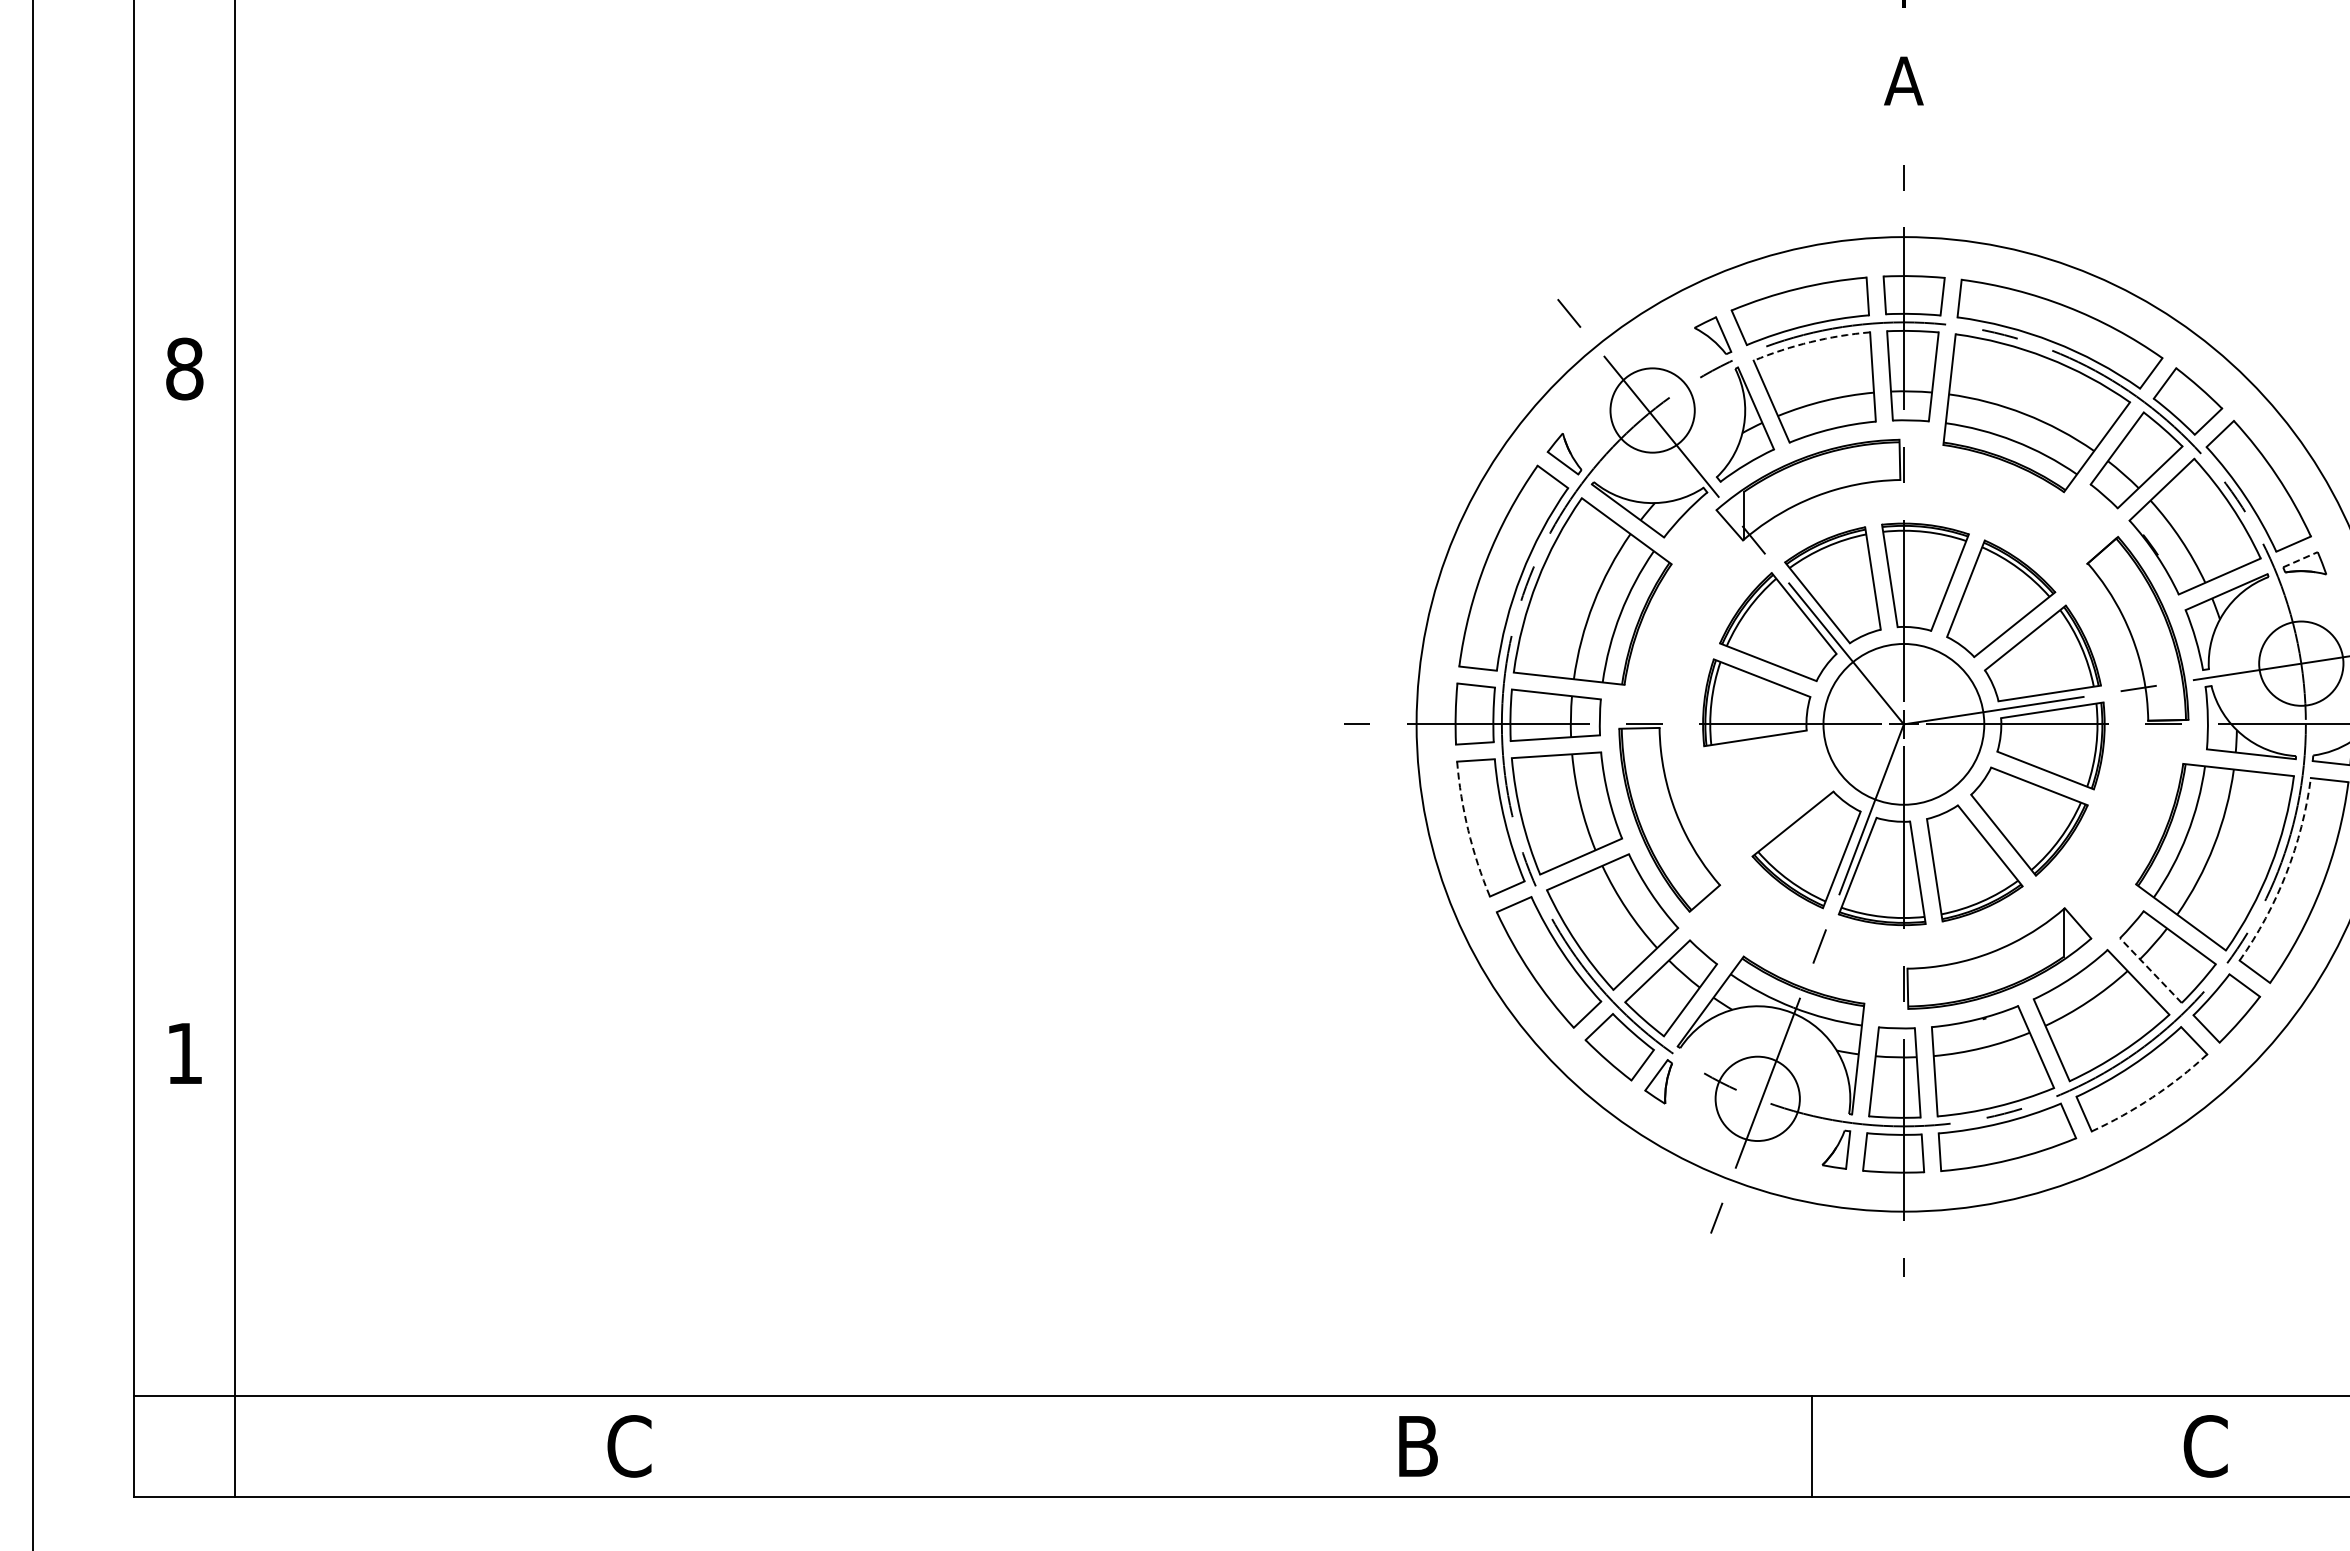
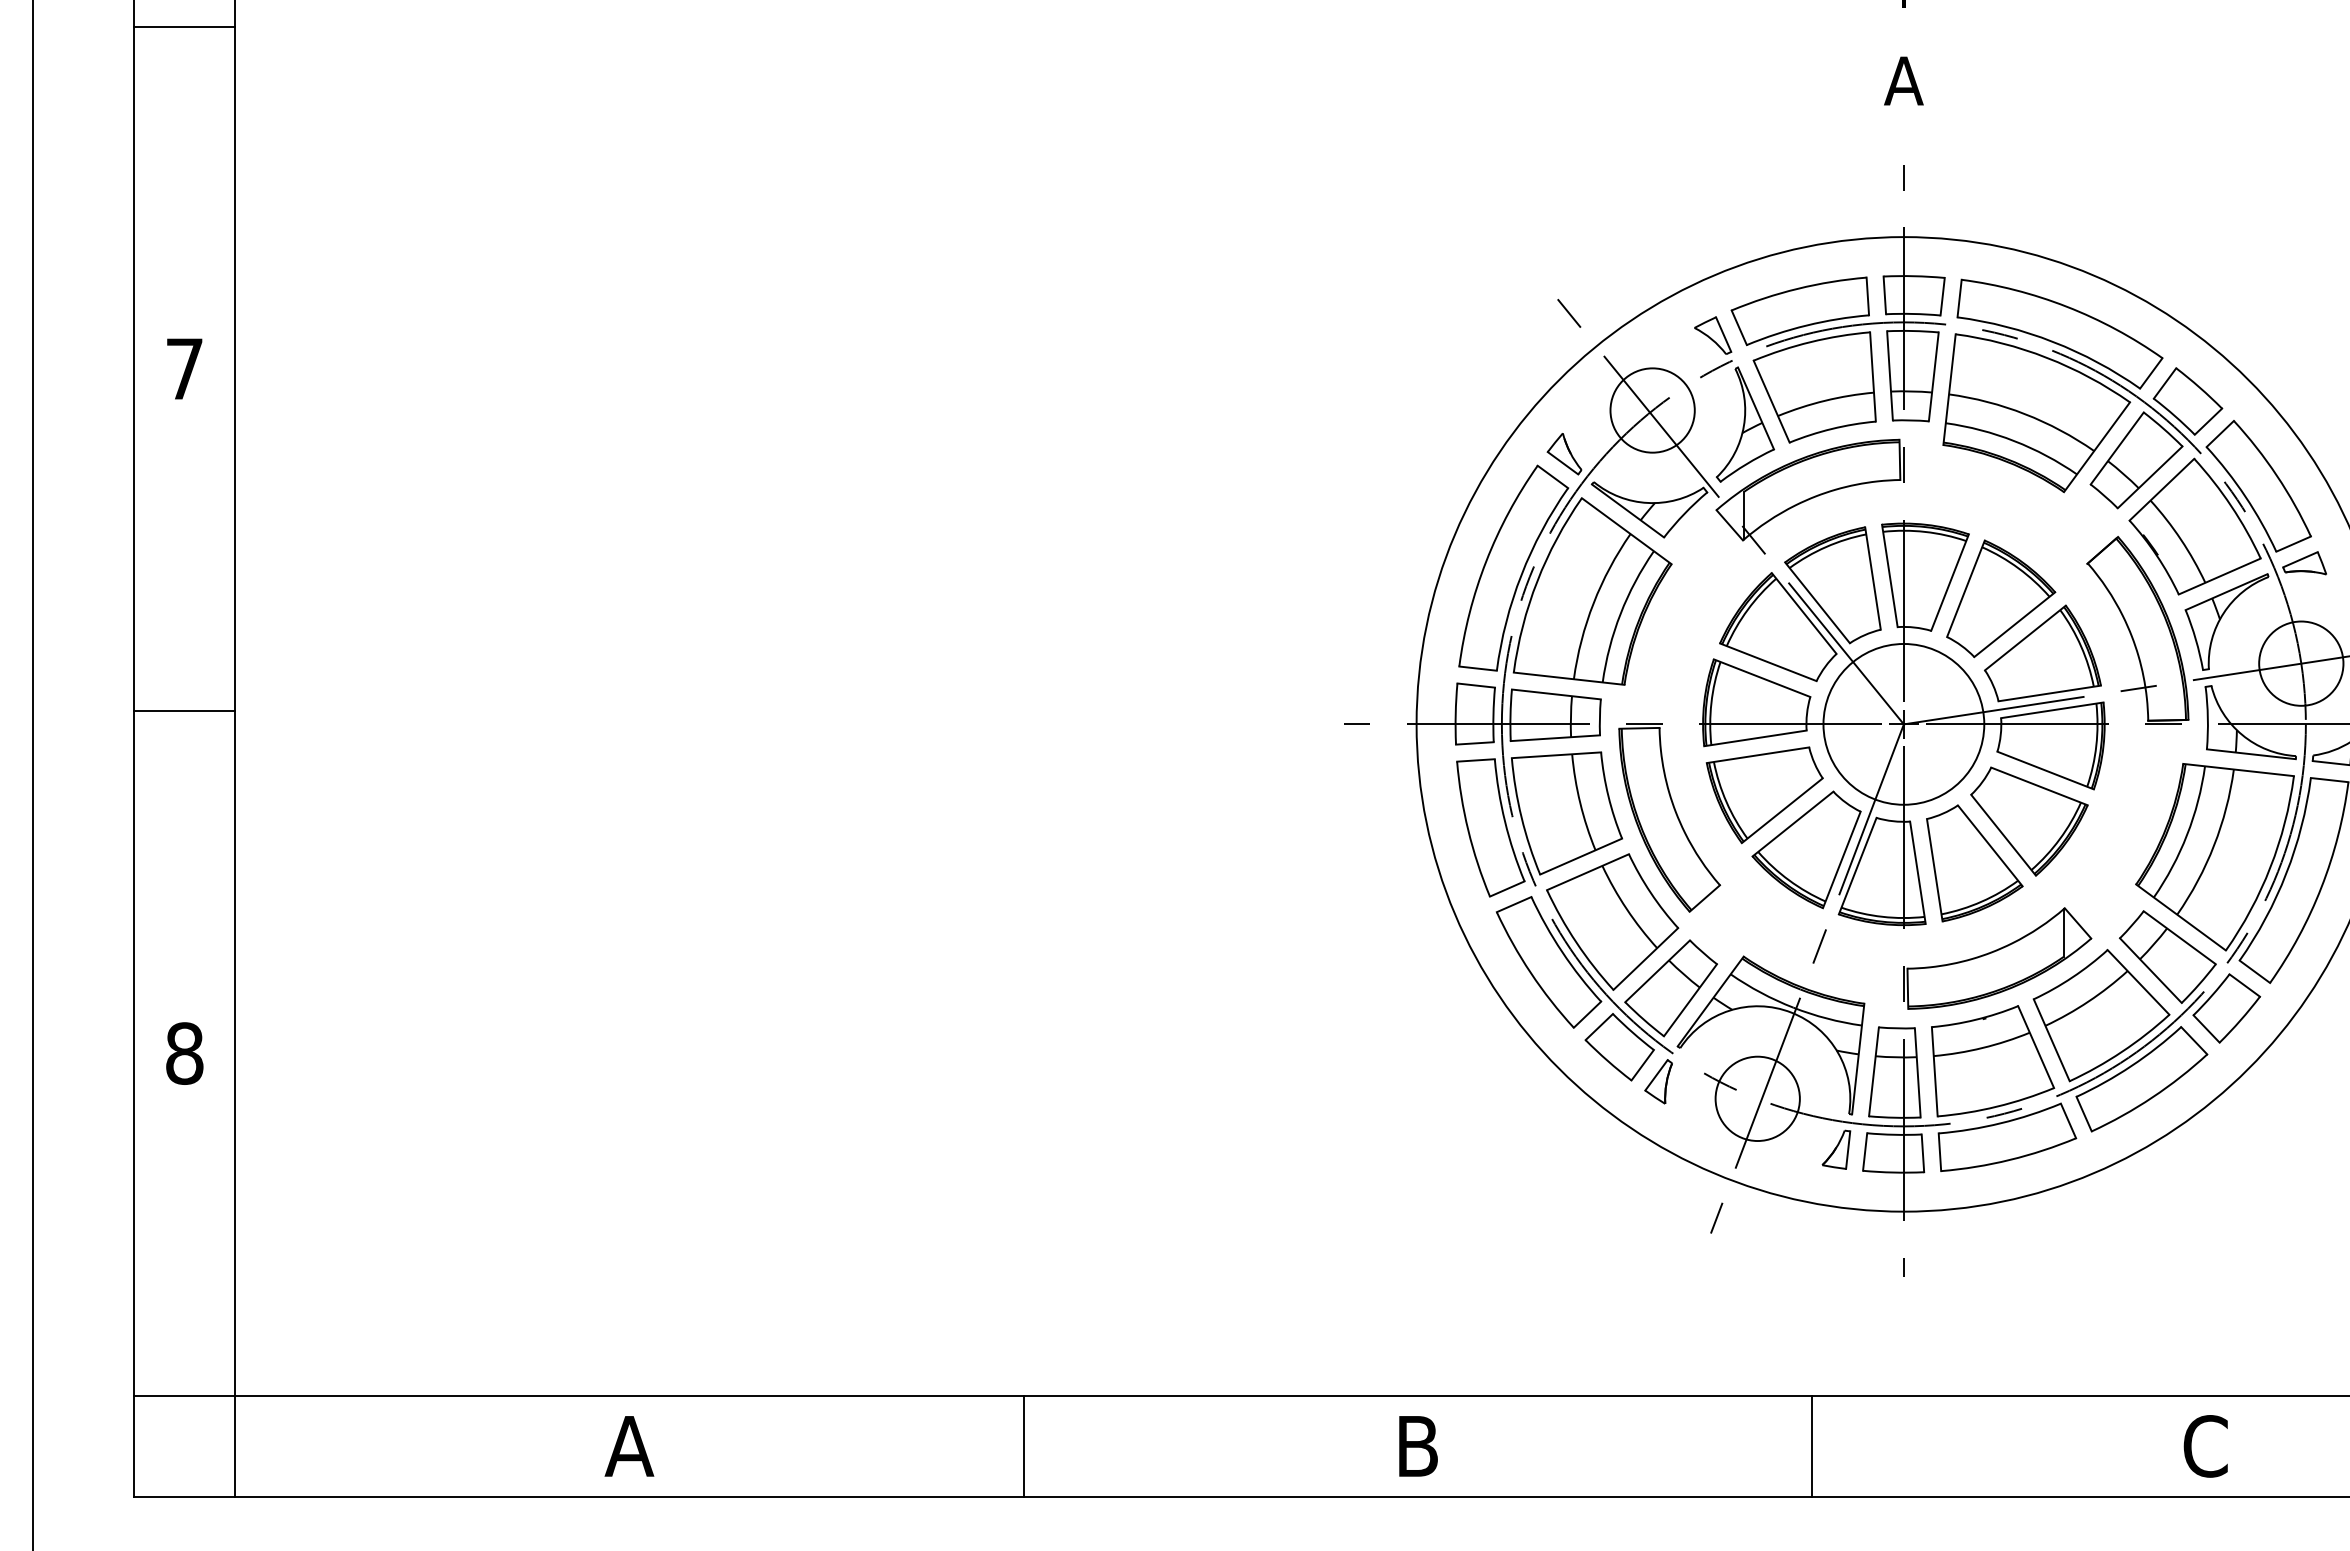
line at (184, 26): none -> present
arc at (1810, 342): dashed -> solid
text at (184, 368): 8 -> 7
line at (2300, 559): dashed -> solid
line at (184, 711): none -> present
part at (1764, 795): none -> present
arc at (1468, 830): dashed -> solid
arc at (2286, 873): dashed -> solid
line at (2150, 970): dashed -> solid
text at (184, 1053): 1 -> 8
arc at (2152, 1097): dashed -> solid
line at (1023, 1445): none -> present
text at (629, 1446): C -> A
